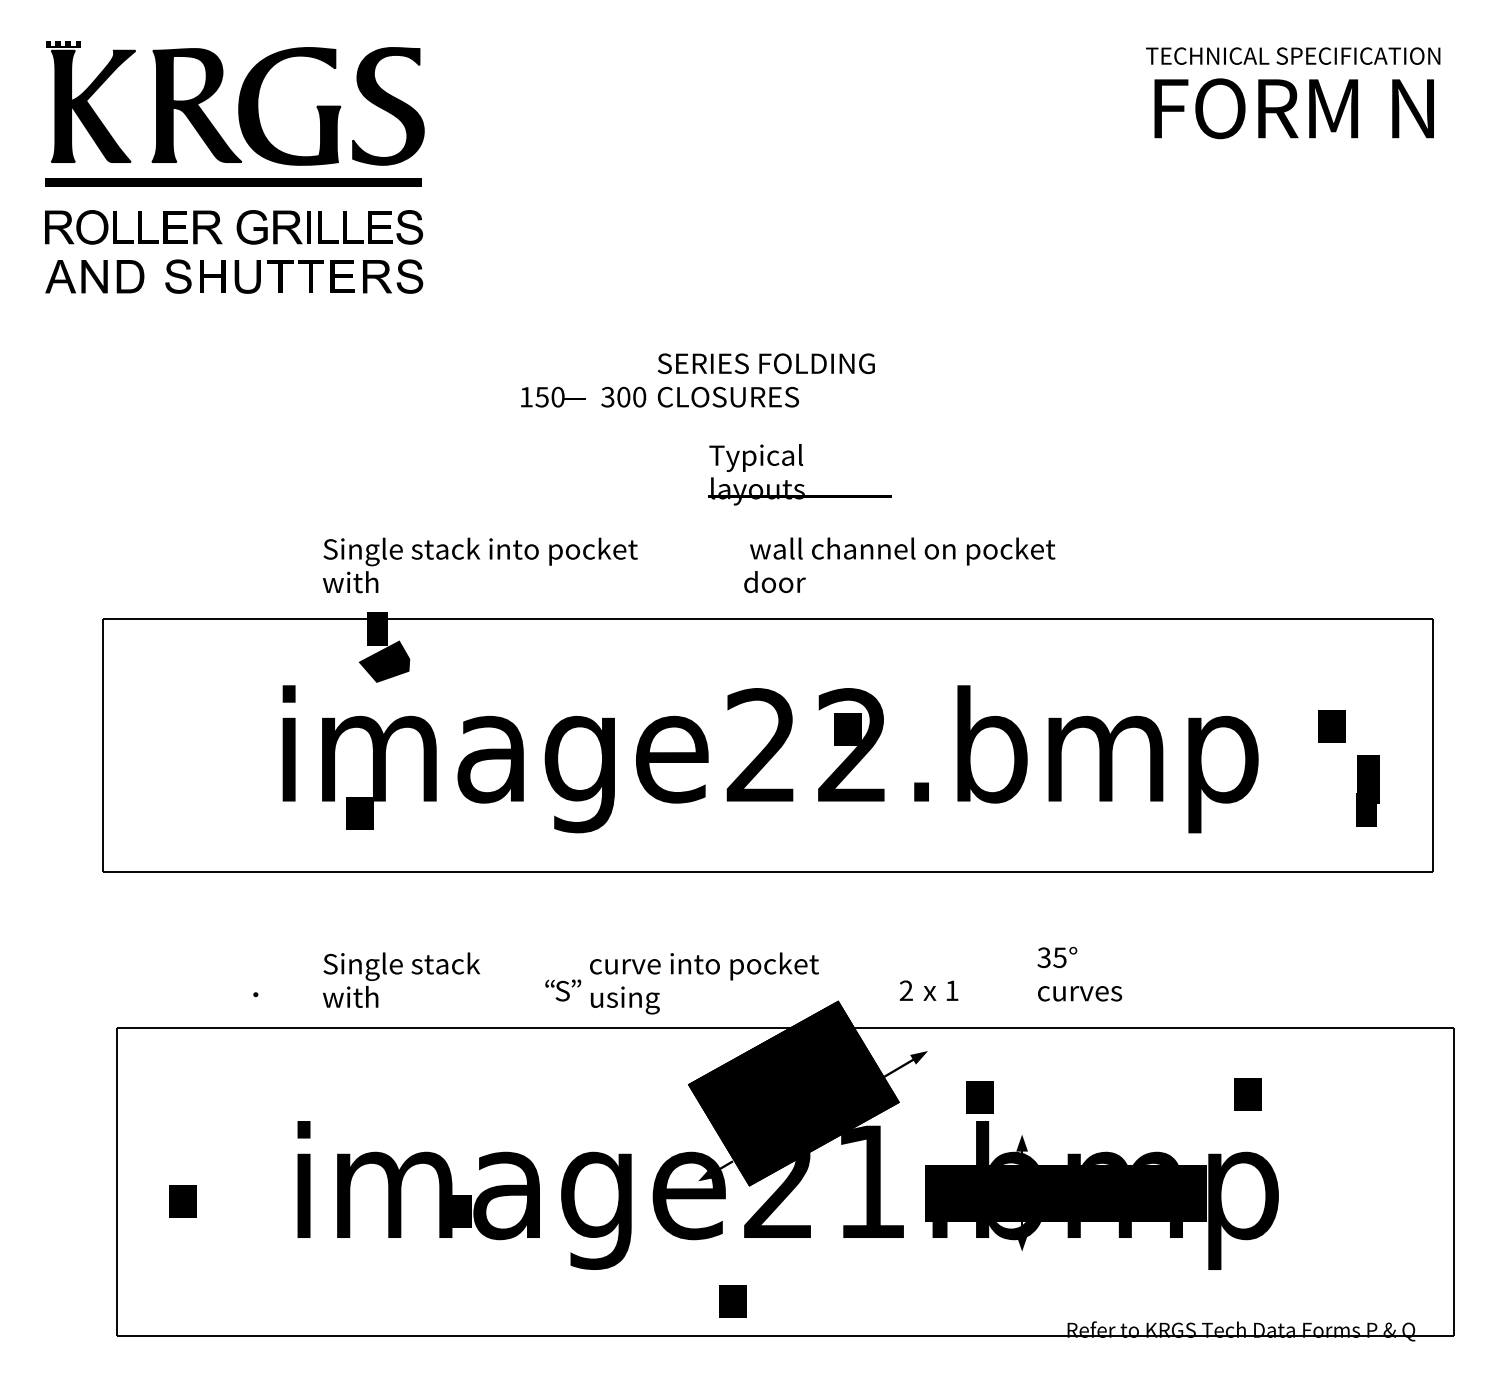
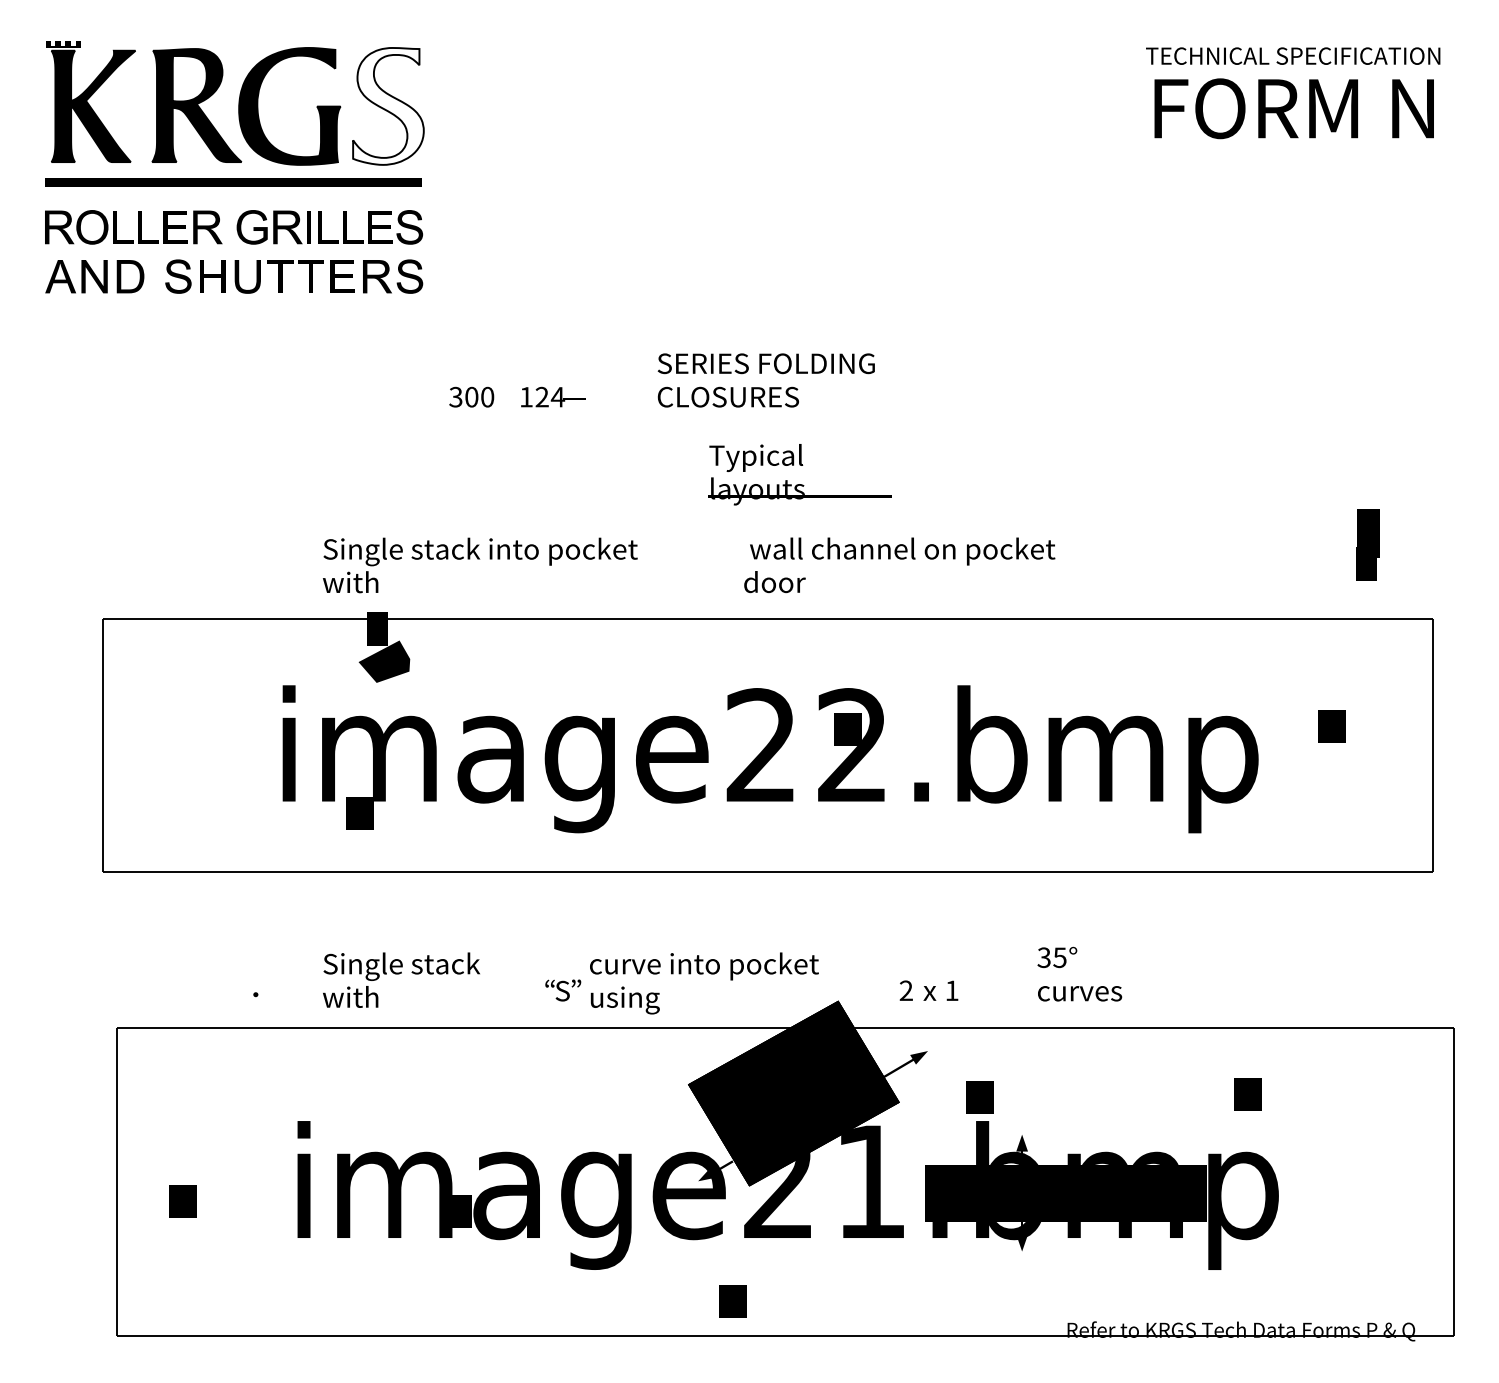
fill at (388, 105): present -> none
text at (550, 396): 150 -> 124
text at (623, 396) position: (623, 396) -> (471, 396)
part at (1367, 790) position: (1367, 790) -> (1367, 544)
